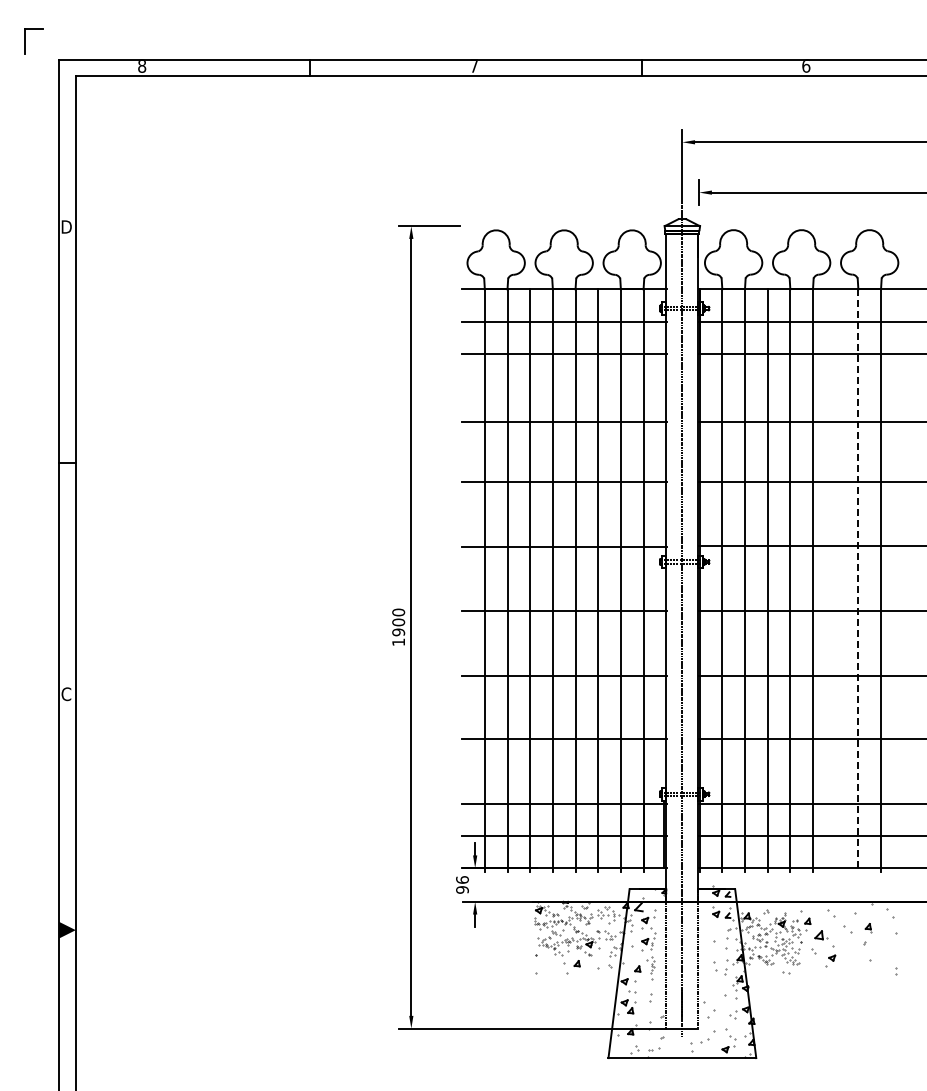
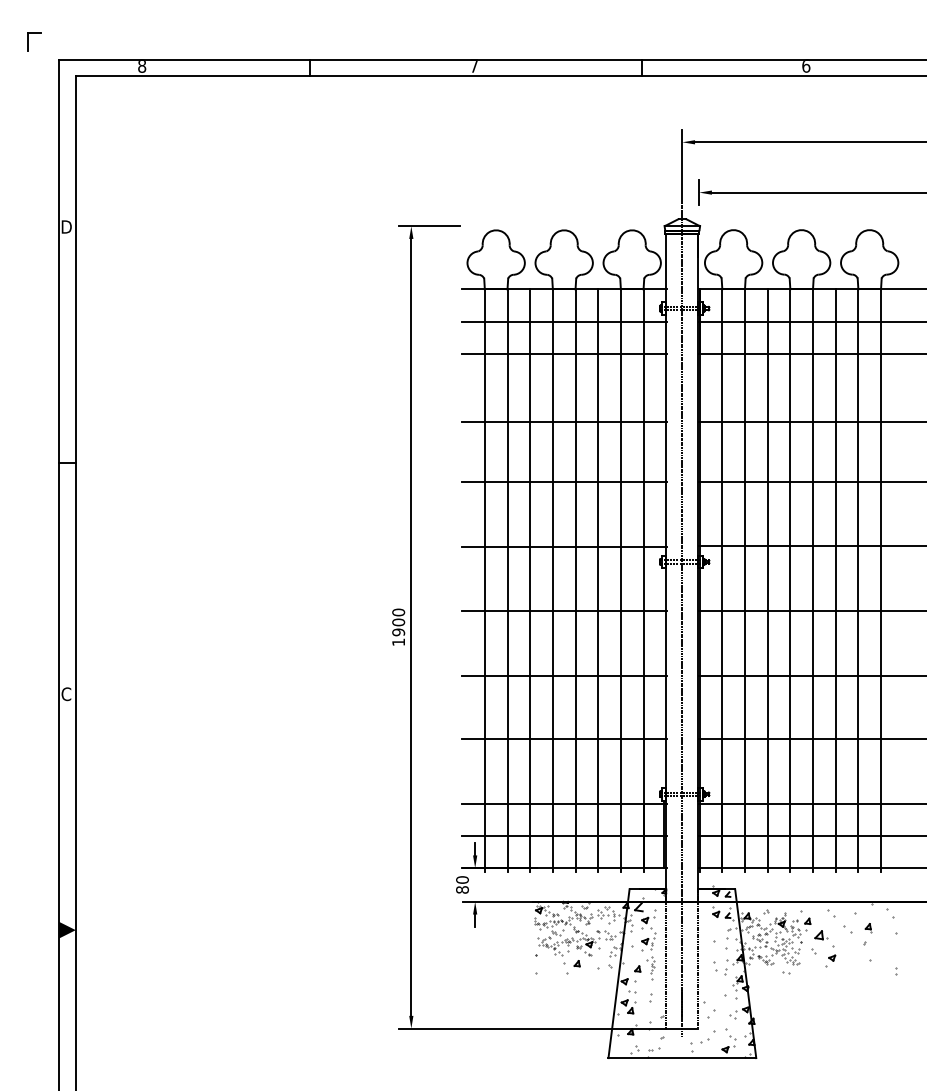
part at (33, 41) size: 20x27 px -> 15x20 px
line at (835, 580): none -> present
line at (858, 581): dashed -> solid
text at (462, 884): 96 -> 80
